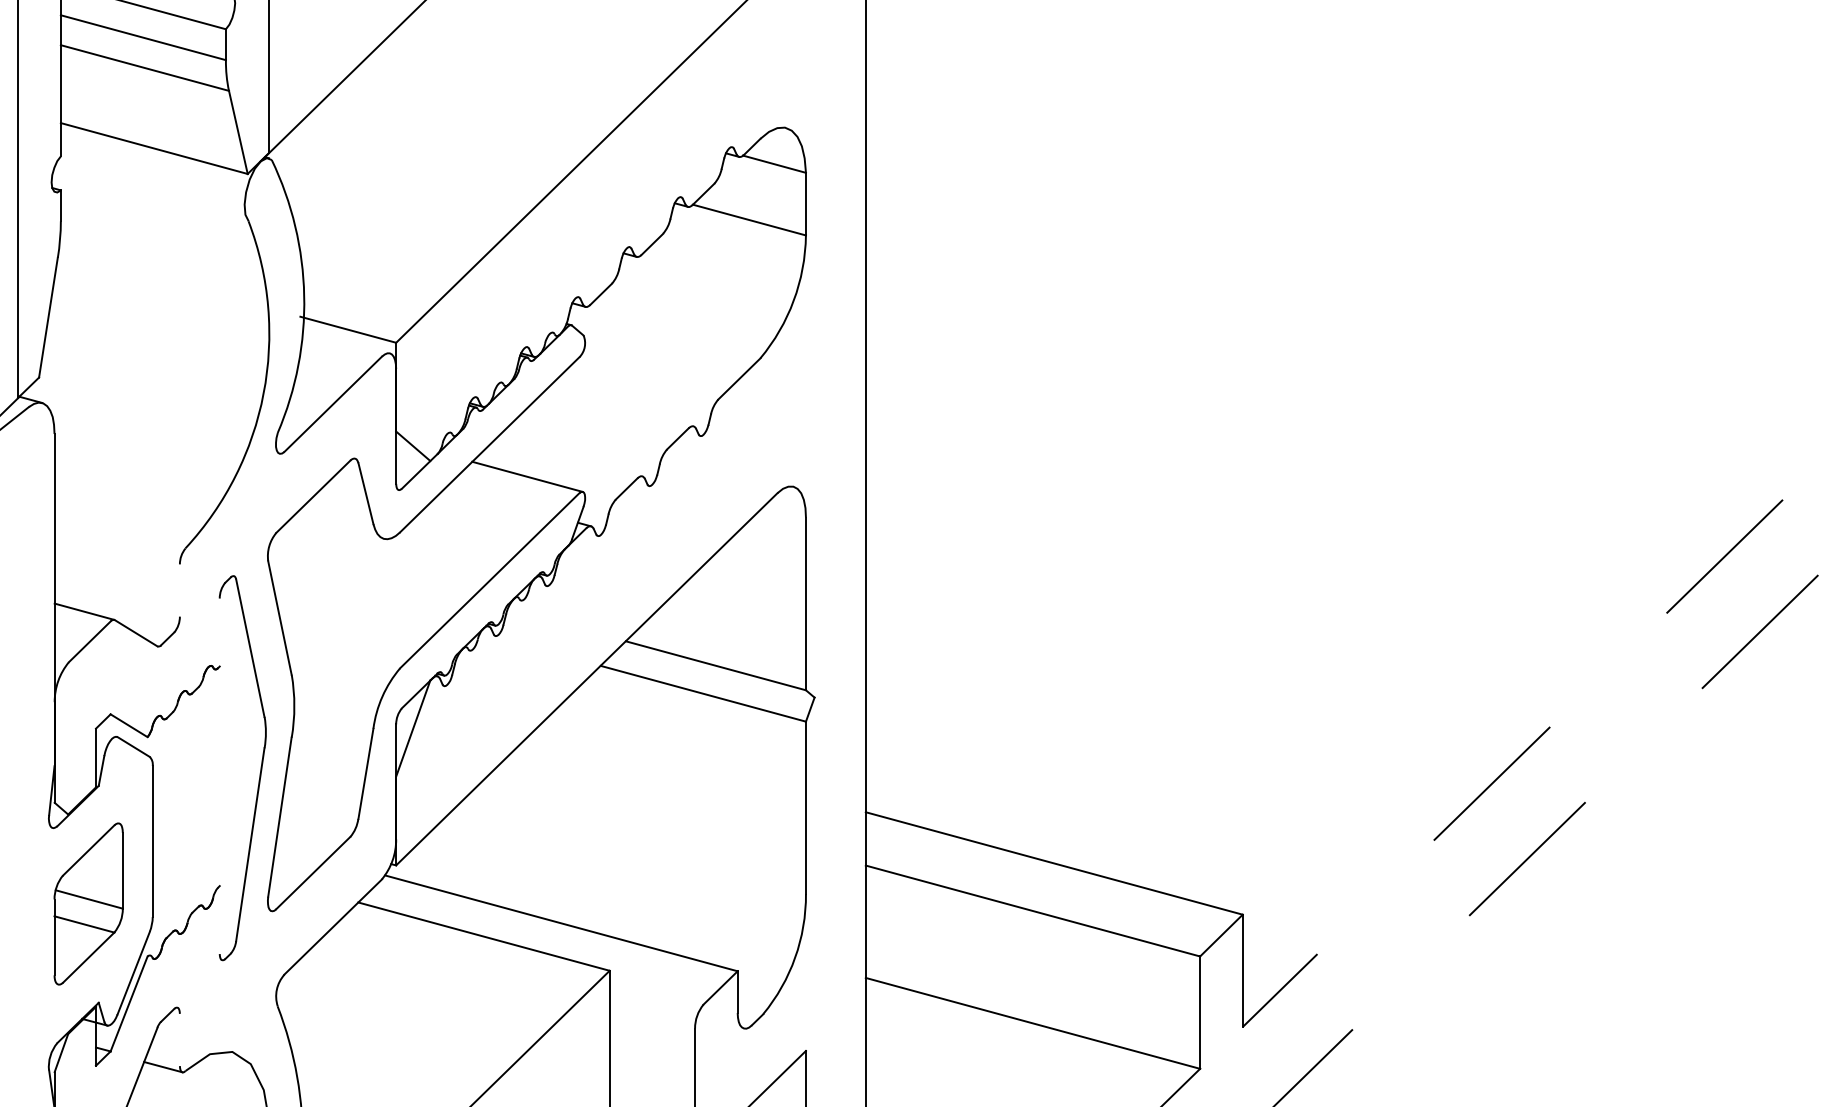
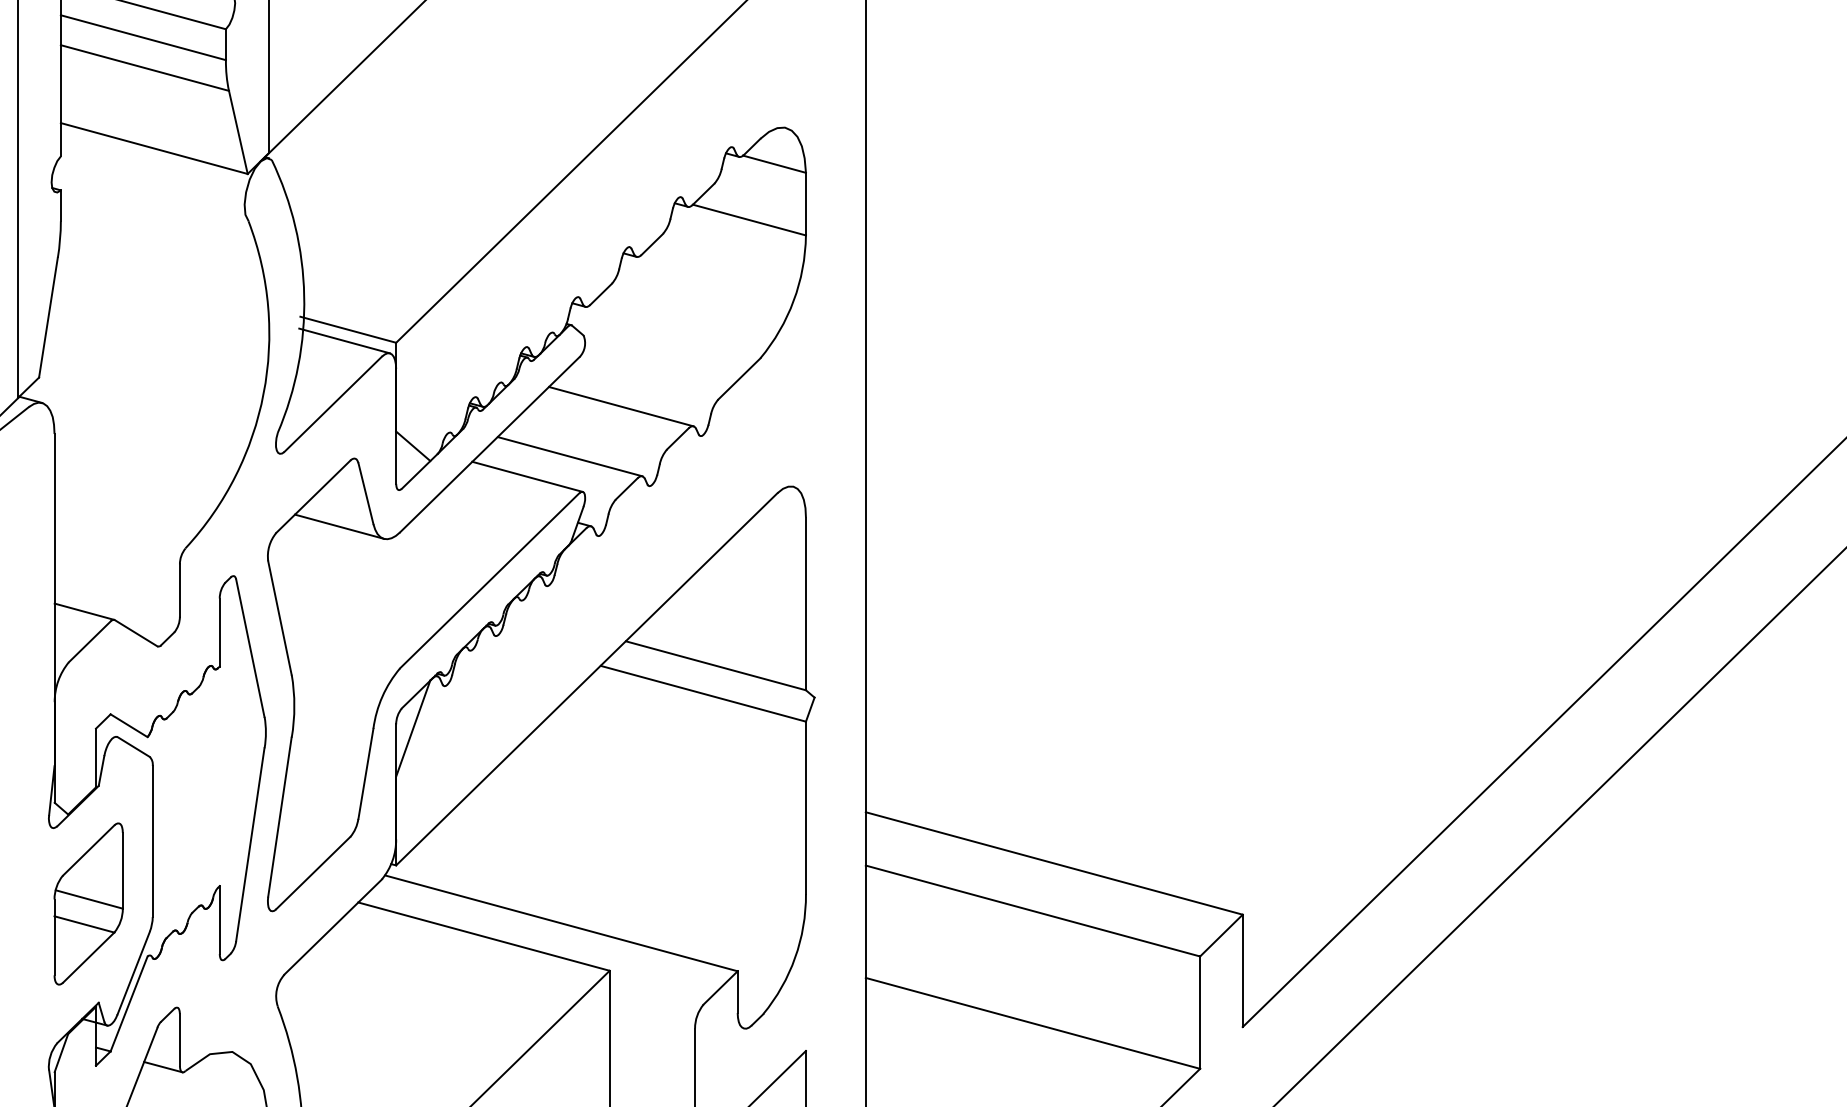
line at (344, 340): none -> present
line at (621, 406): none -> present
line at (569, 456): none -> present
line at (339, 526): none -> present
line at (179, 590): none -> present
line at (219, 632): none -> present
line at (1544, 732): dashed -> solid
line at (1559, 827): dashed -> solid
line at (219, 920): none -> present
line at (179, 1039): none -> present
